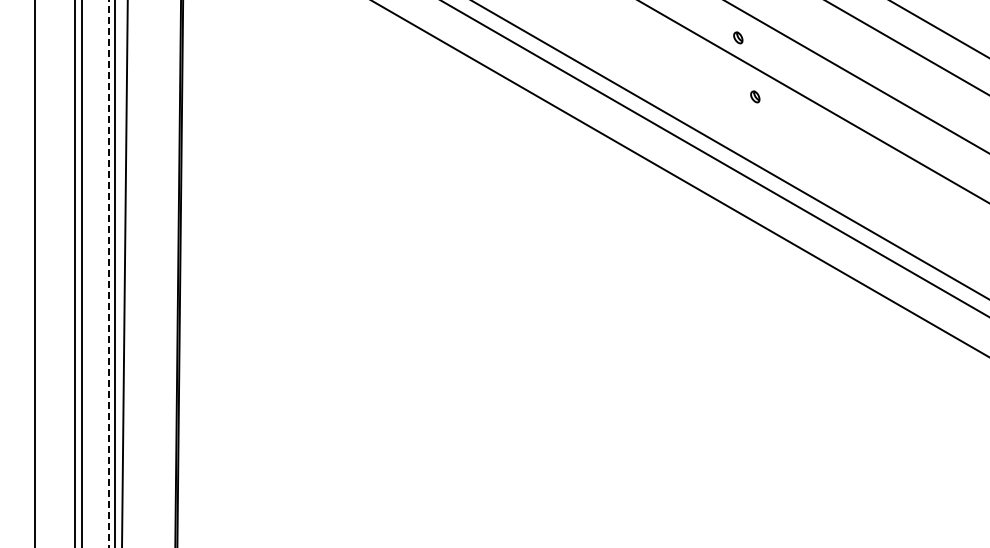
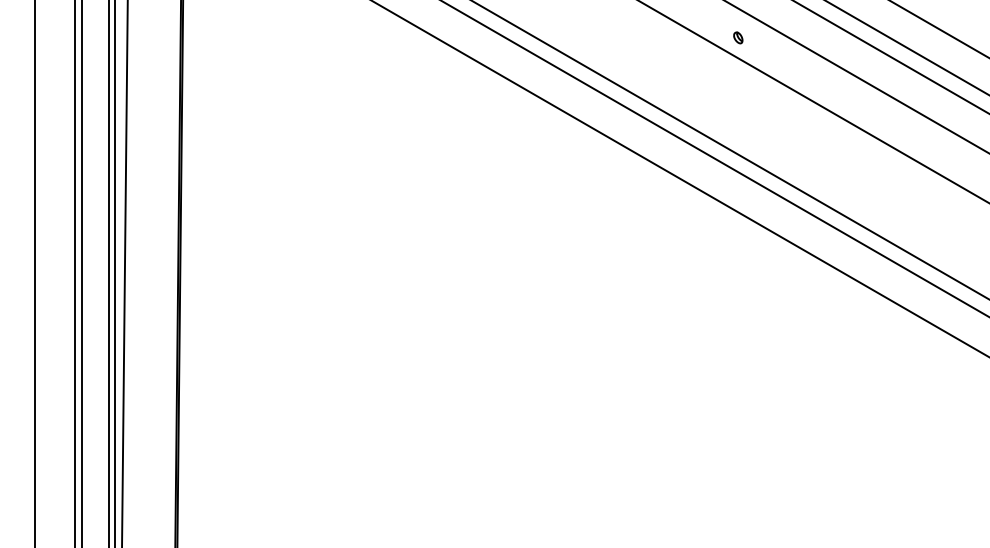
line at (890, 57): none -> present
part at (755, 96): present -> none
line at (109, 274): dashed -> solid
